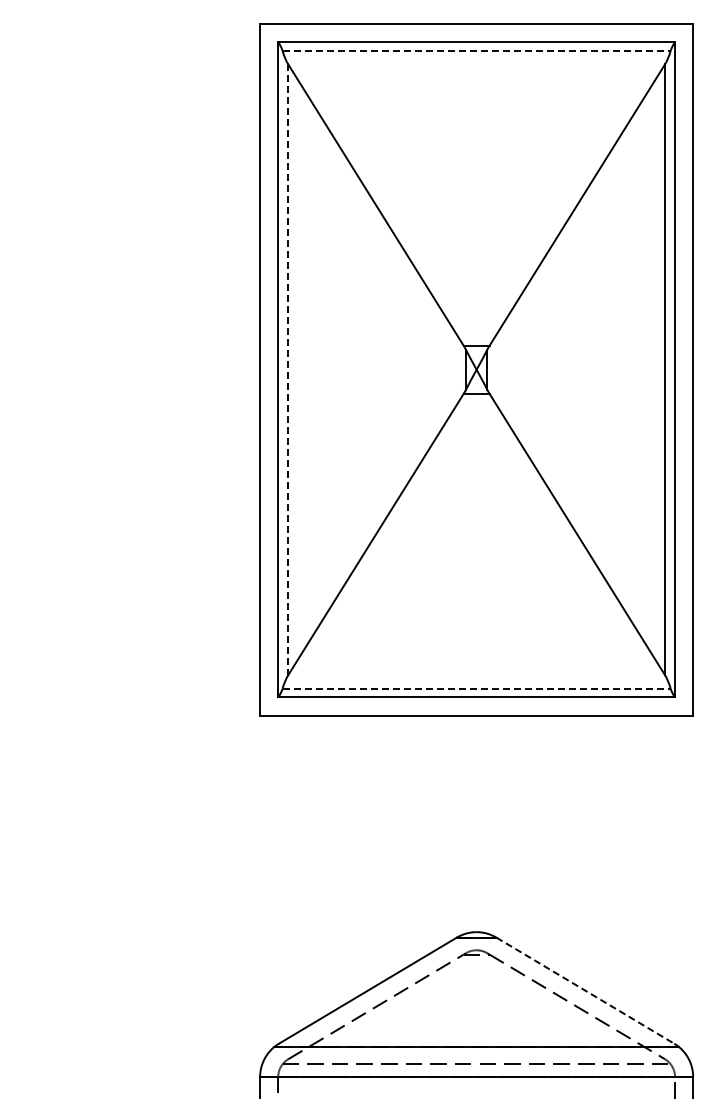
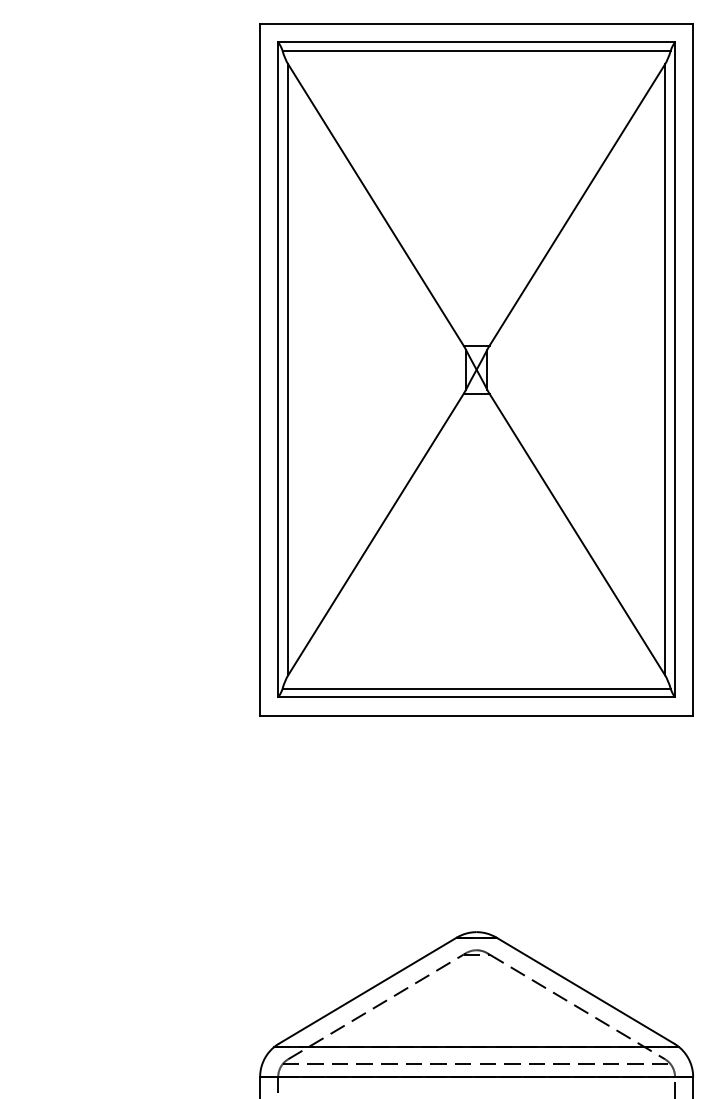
line at (477, 50): dashed -> solid
line at (288, 370): dashed -> solid
line at (477, 688): dashed -> solid
line at (585, 990): dashed -> solid
